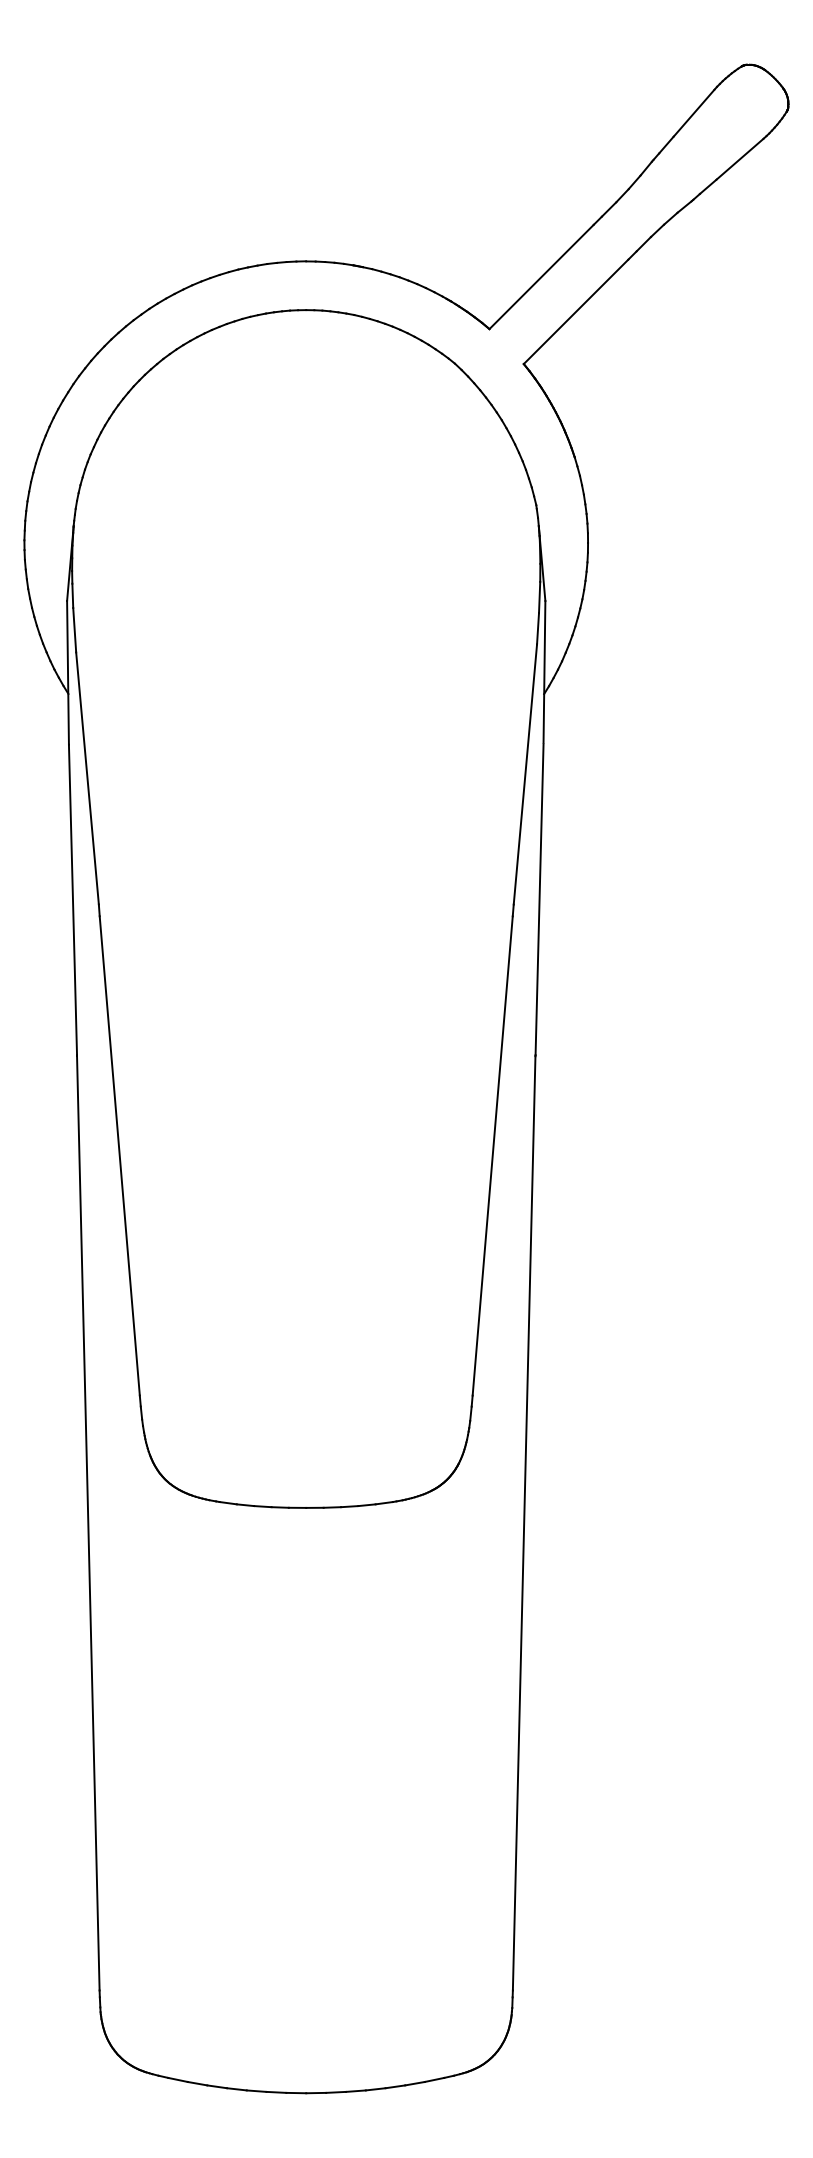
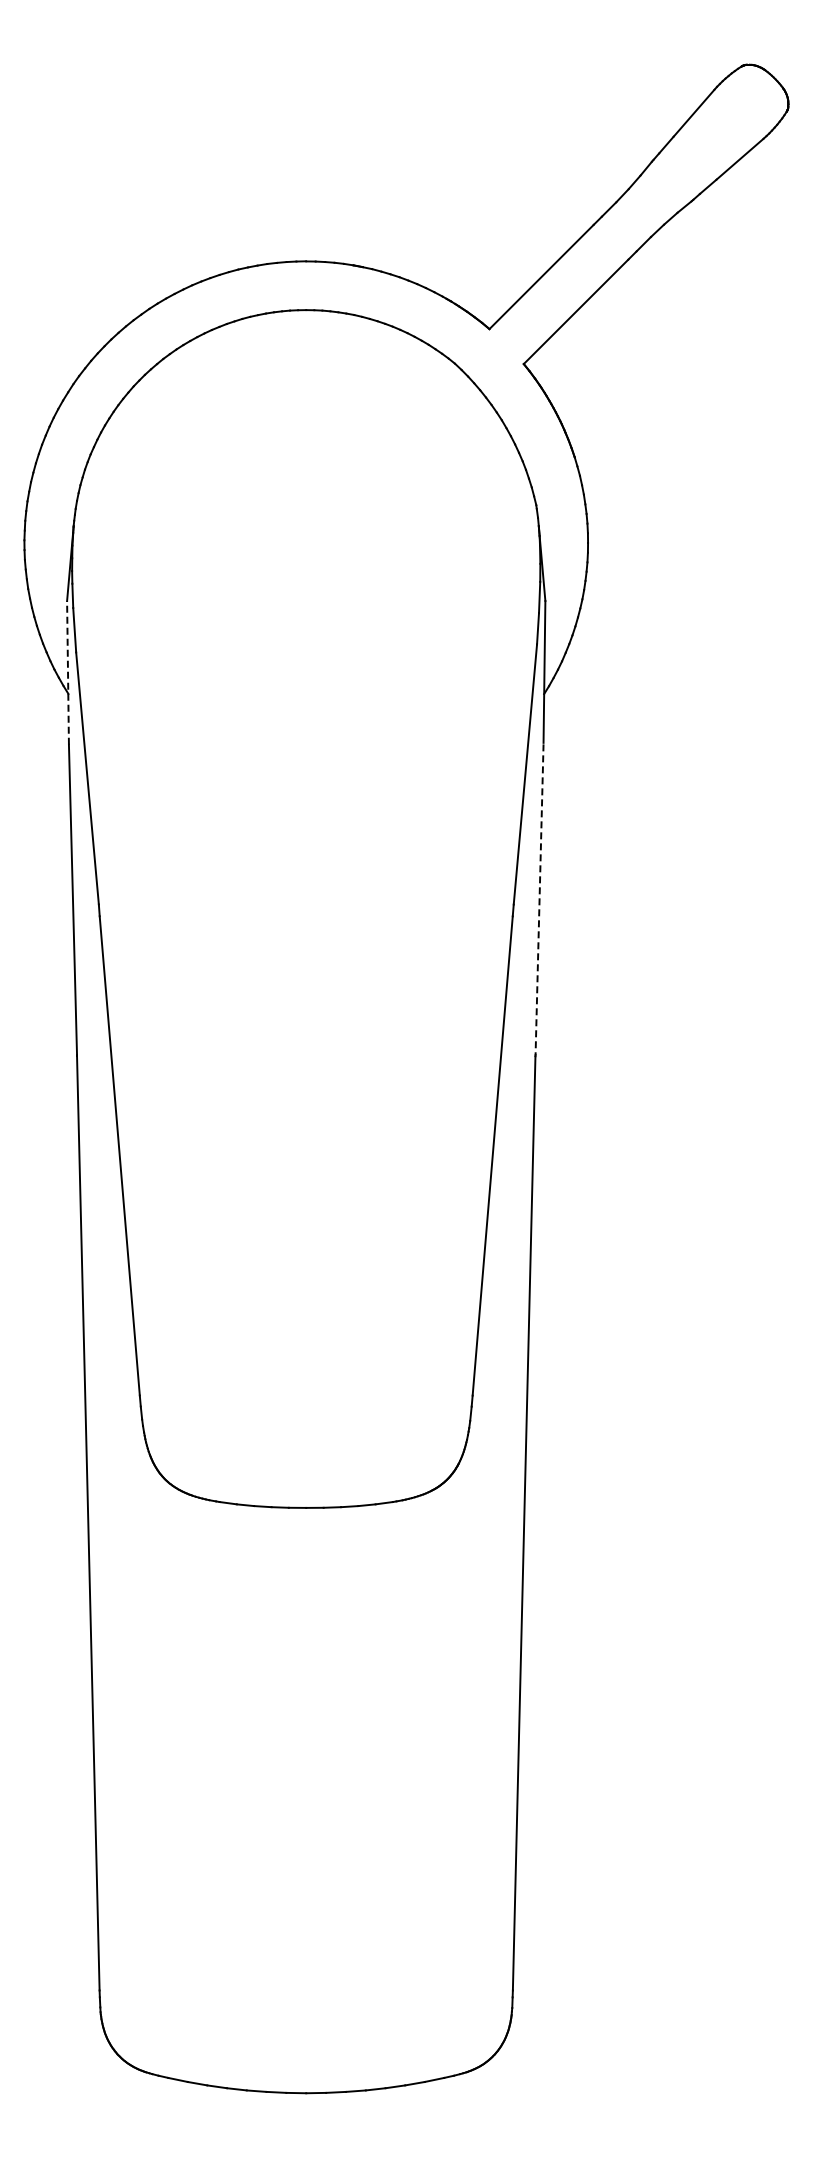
line at (68, 672): solid -> dashed
line at (539, 900): solid -> dashed
